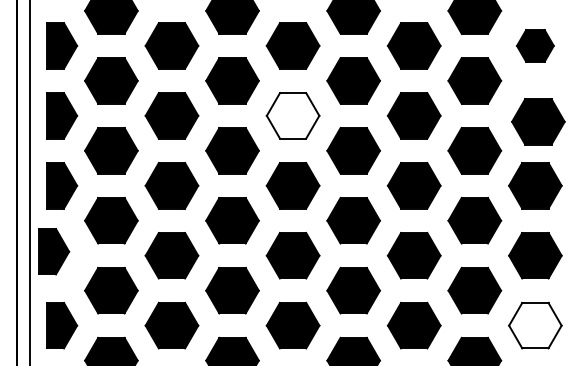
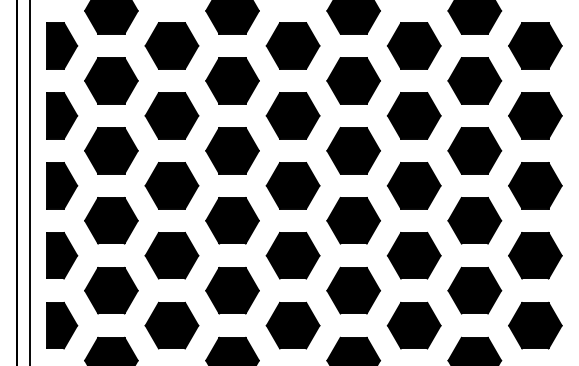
part at (535, 45) size: 39x34 px -> 55x48 px
fill at (292, 115): none -> present
part at (538, 121) position: (538, 121) -> (535, 115)
part at (54, 251) position: (54, 251) -> (62, 255)
fill at (535, 325): none -> present
